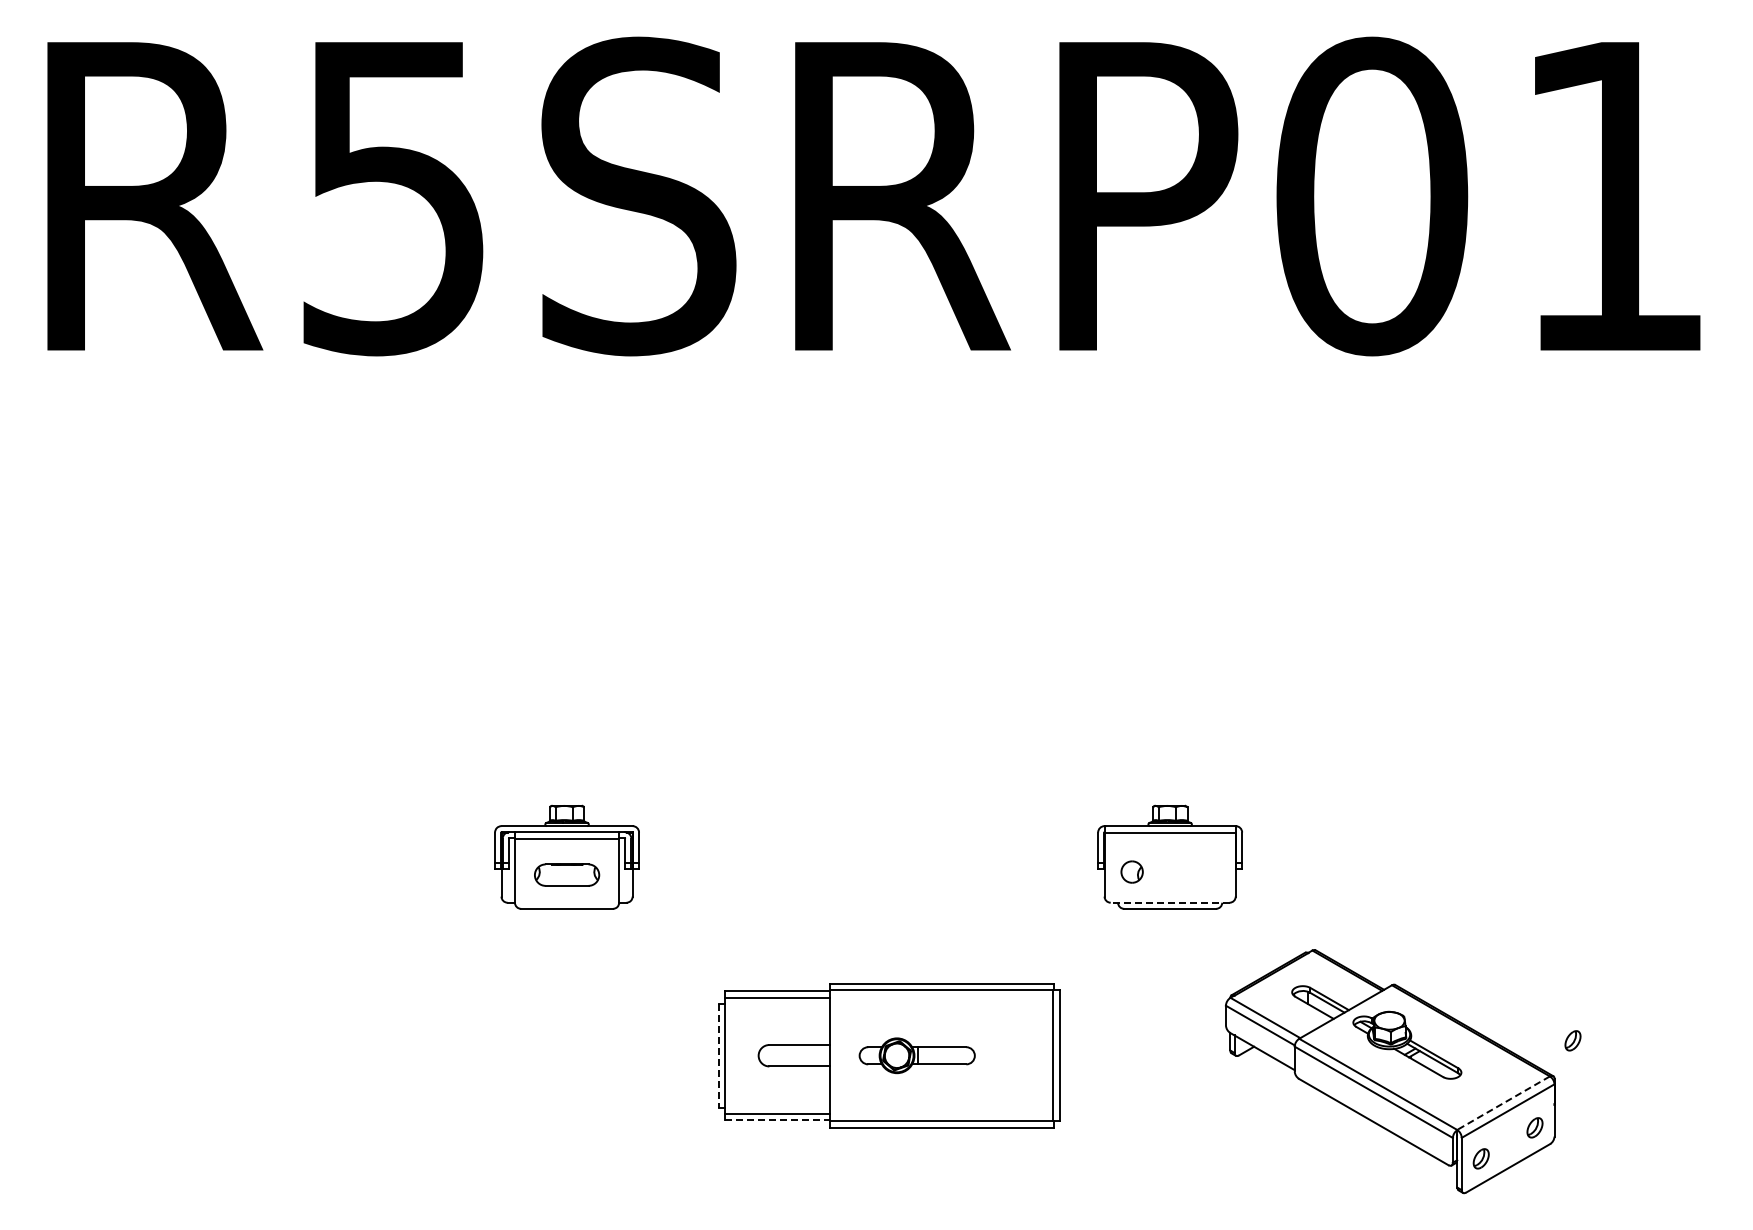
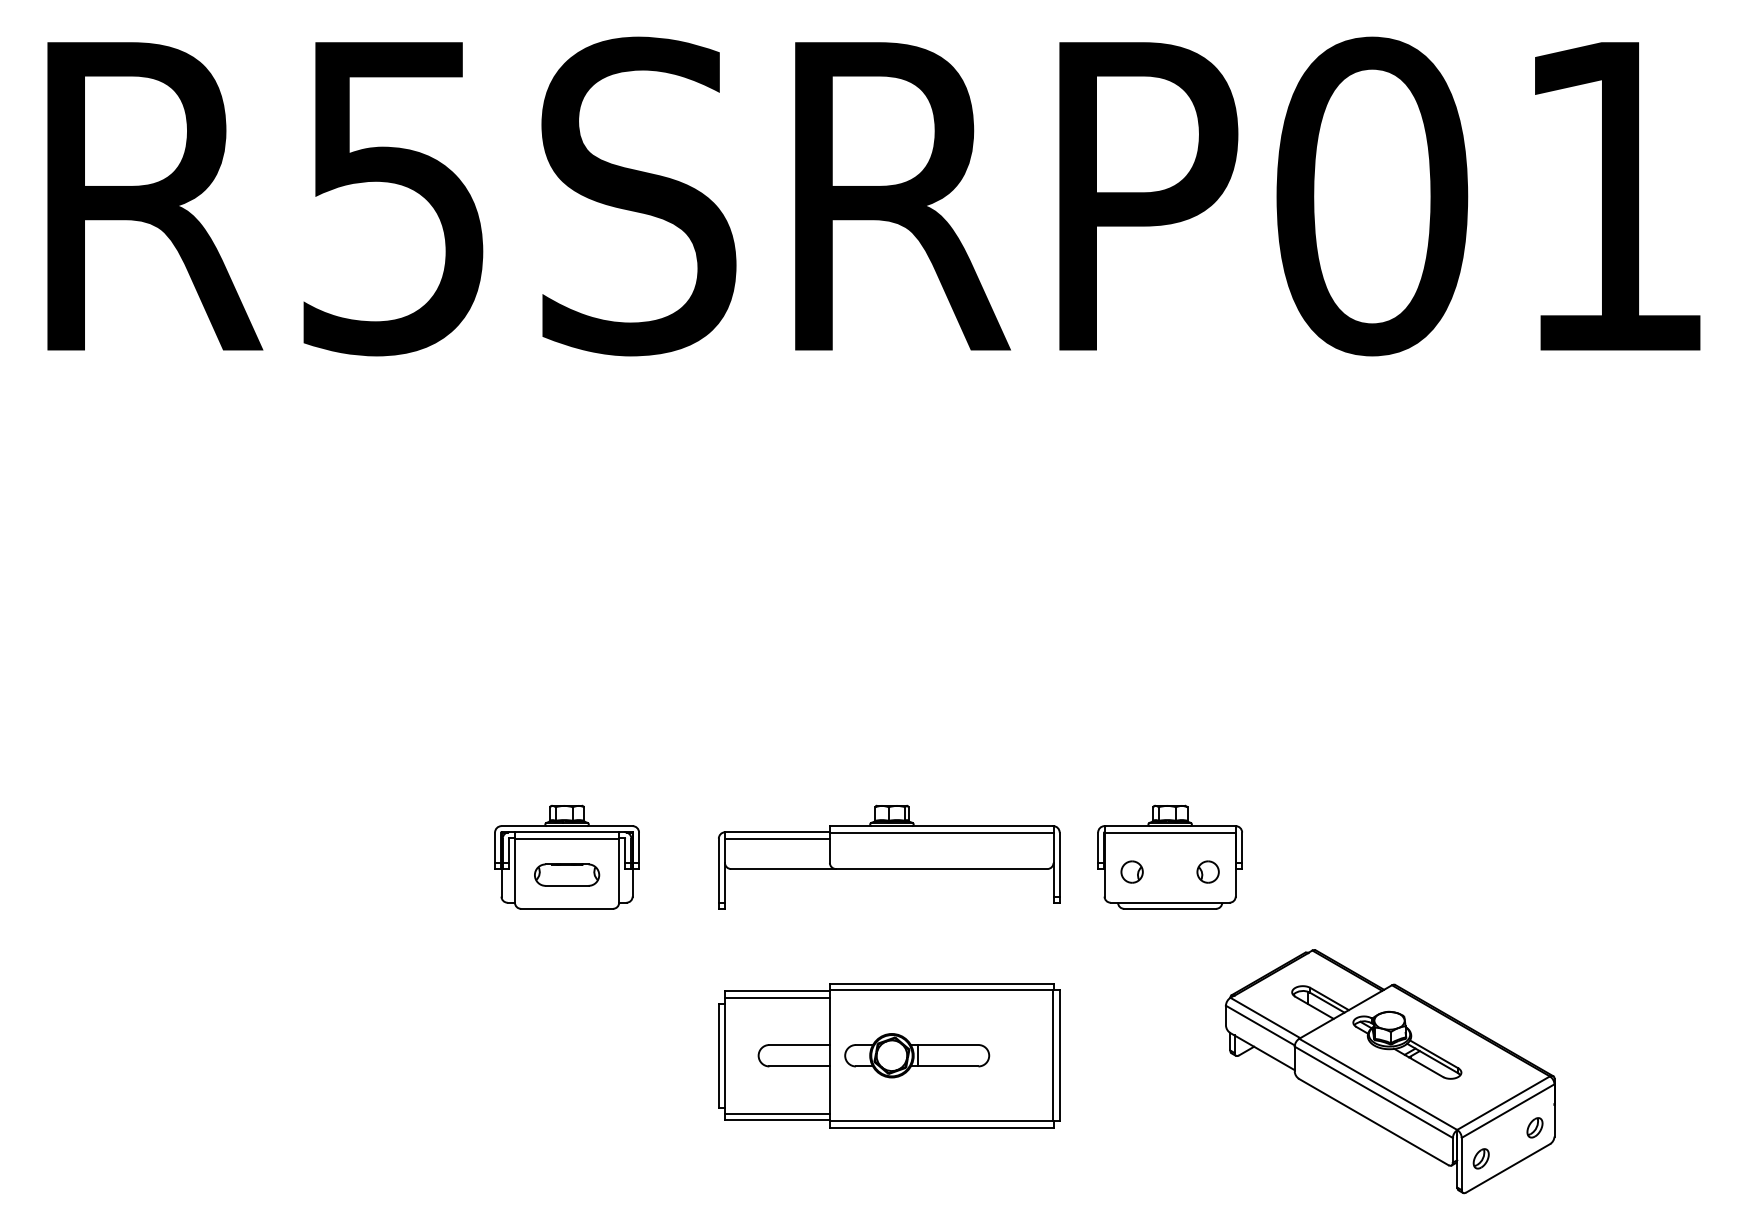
part at (889, 856): none -> present
part at (1207, 871): none -> present
line at (1169, 902): dashed -> solid
part at (1572, 1040): present -> none
part at (916, 1055) size: 118x38 px -> 147x46 px
line at (718, 1056): dashed -> solid
line at (1503, 1103): dashed -> solid
line at (777, 1120): dashed -> solid
